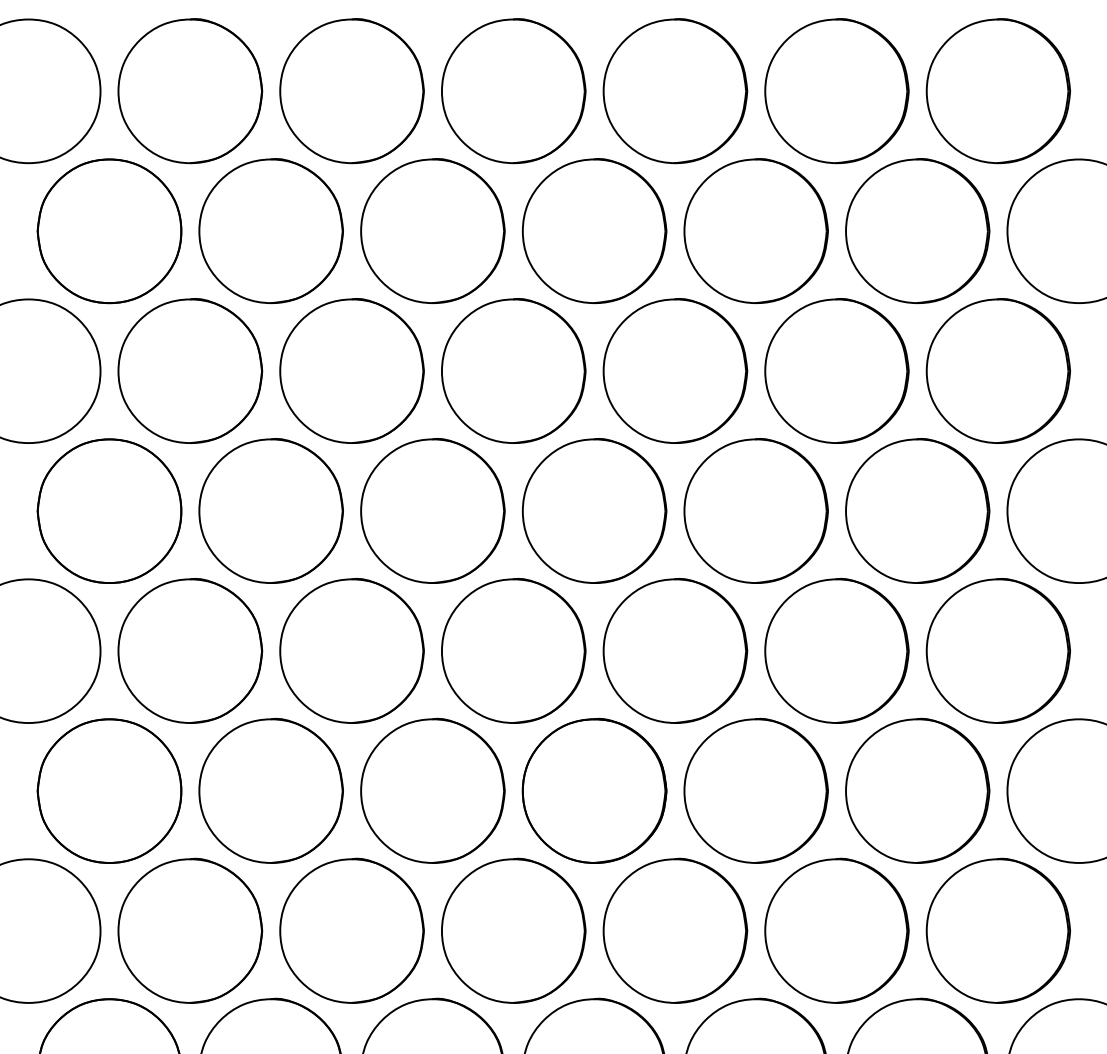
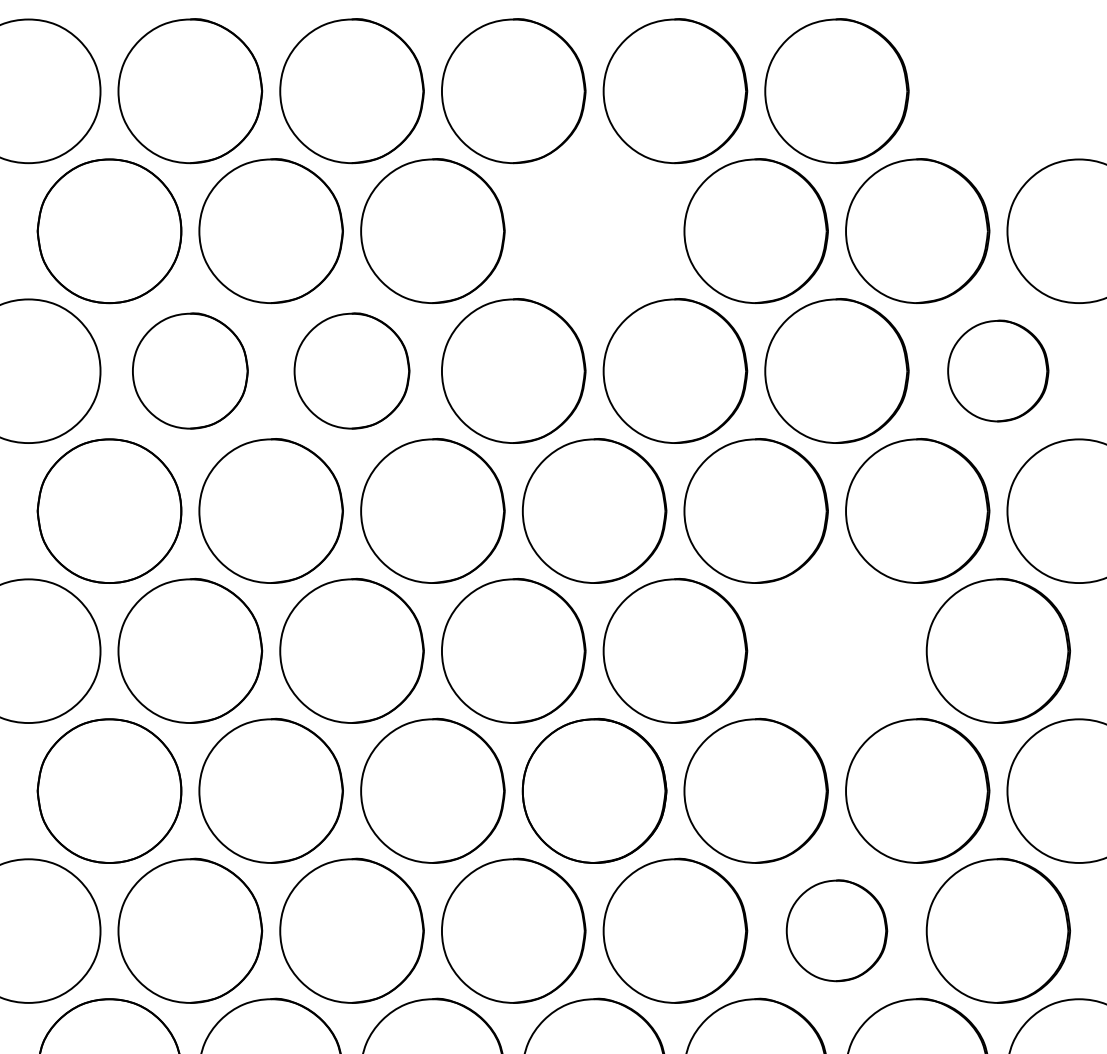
part at (998, 91): present -> none
part at (594, 231): present -> none
part at (190, 370) size: 147x146 px -> 117x118 px
part at (351, 370) size: 146x146 px -> 118x118 px
part at (997, 370) size: 146x146 px -> 103x104 px
part at (836, 650): present -> none
part at (836, 930) size: 146x147 px -> 104x104 px
